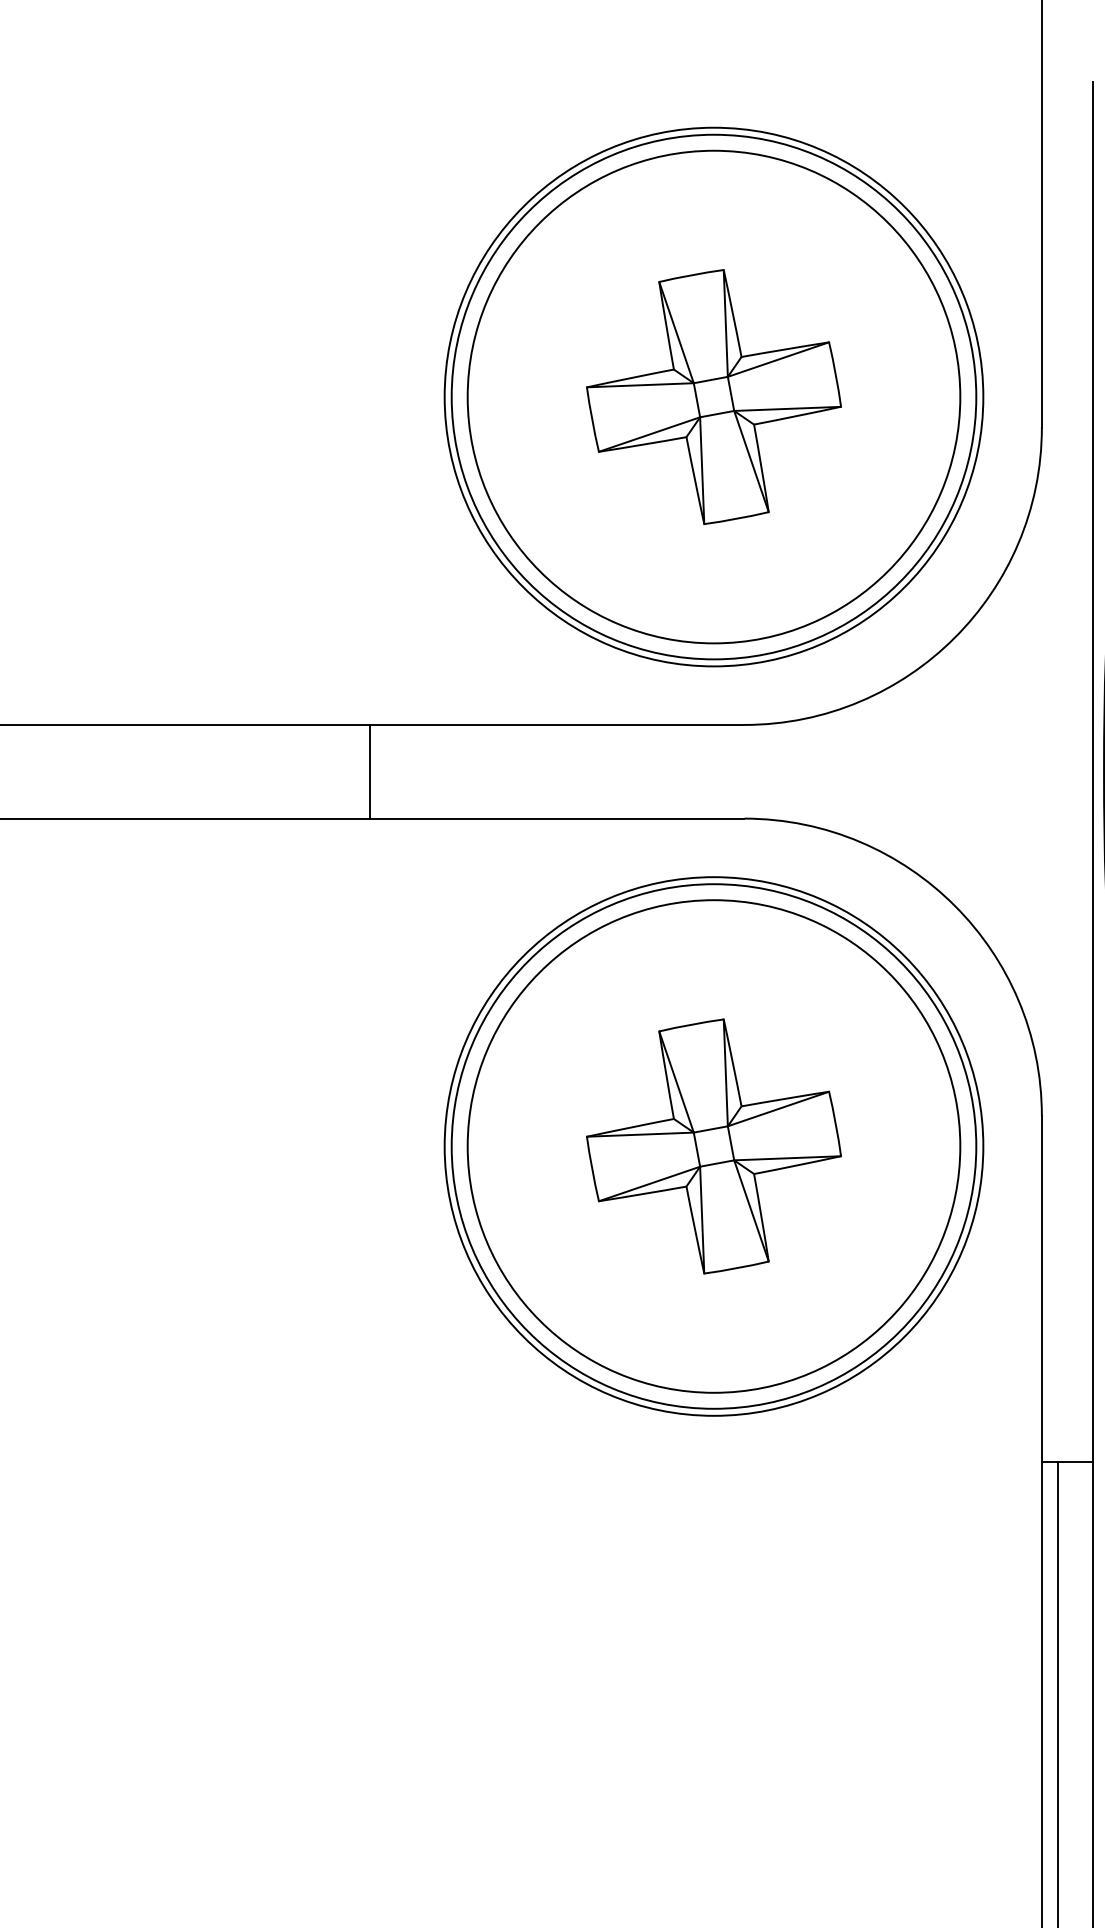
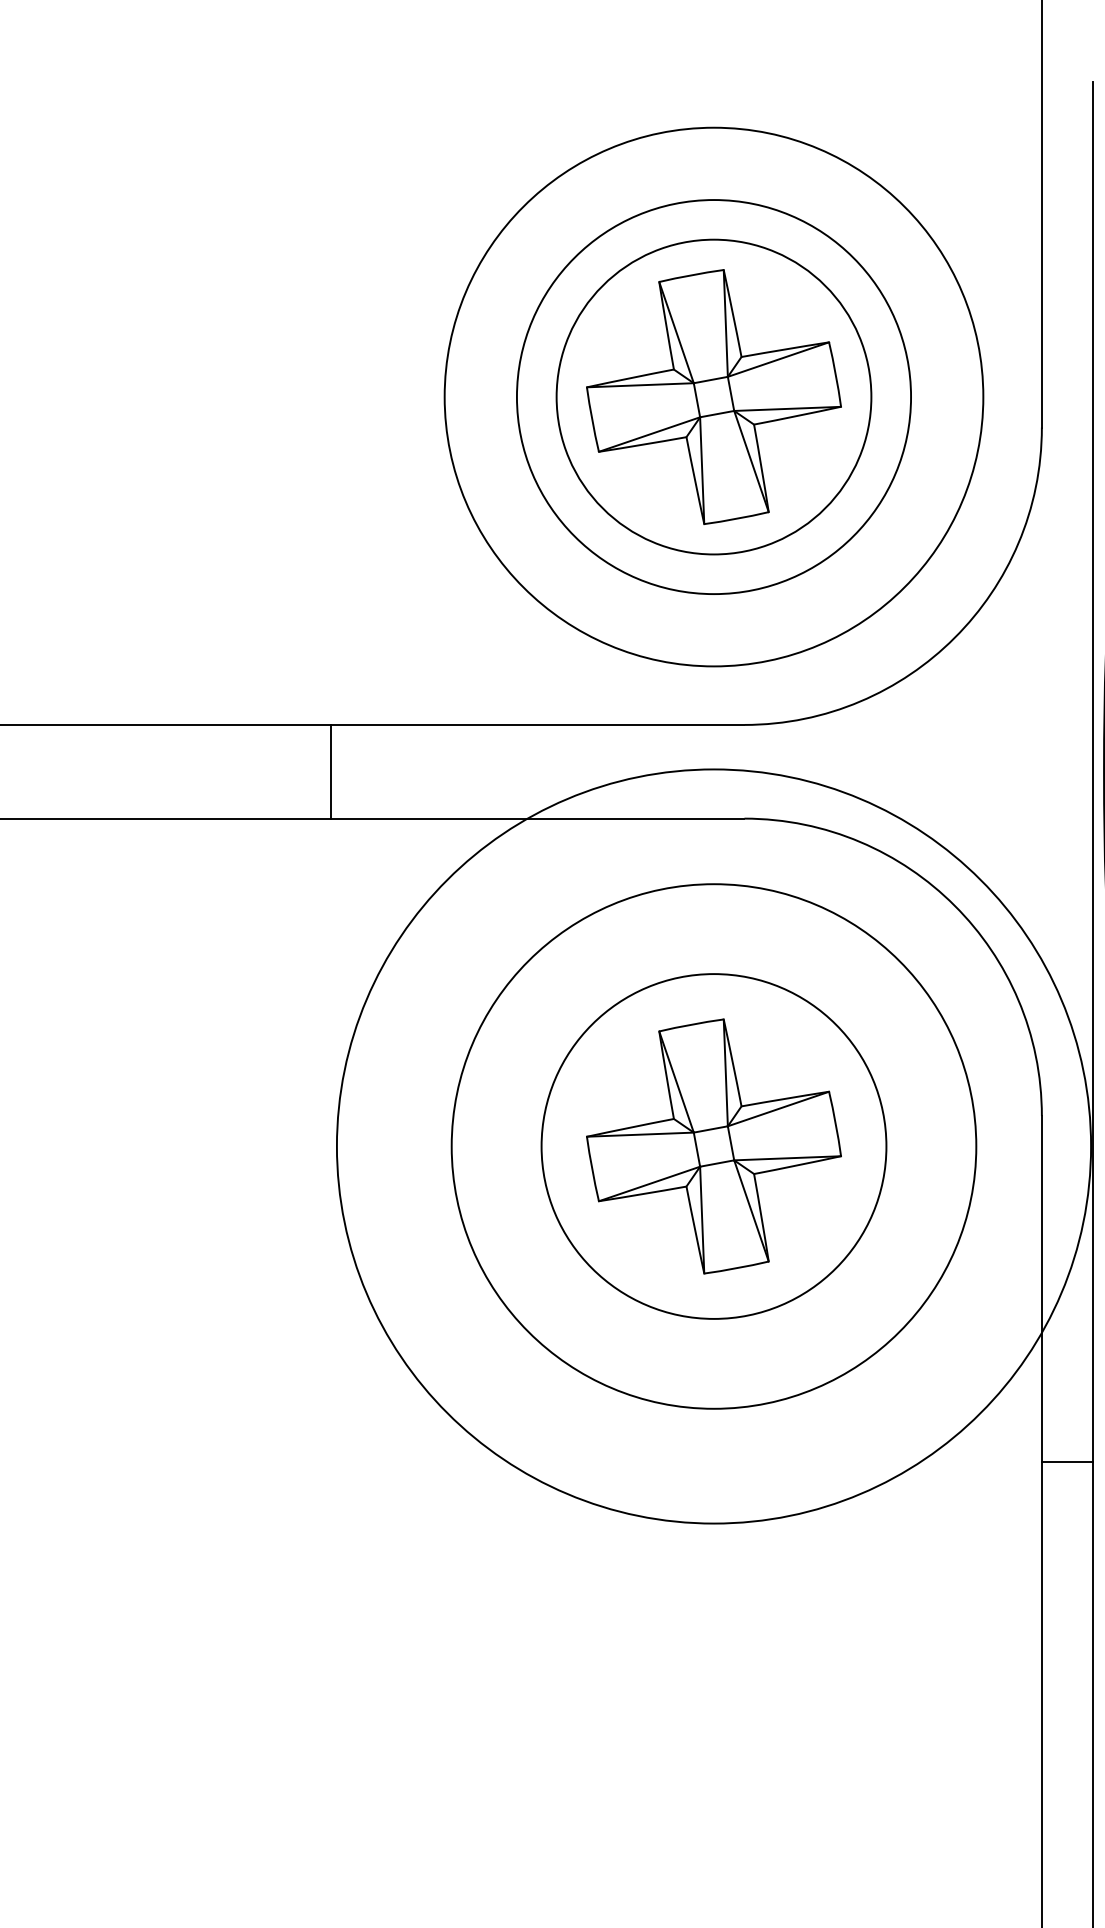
circle at (713, 396) diameter: 493 px -> 394 px
circle at (713, 396) diameter: 525 px -> 315 px
line at (370, 771) position: (370, 771) -> (331, 771)
circle at (713, 1146) diameter: 493 px -> 345 px
circle at (713, 1146) diameter: 539 px -> 754 px
line at (1058, 1692): present -> none
